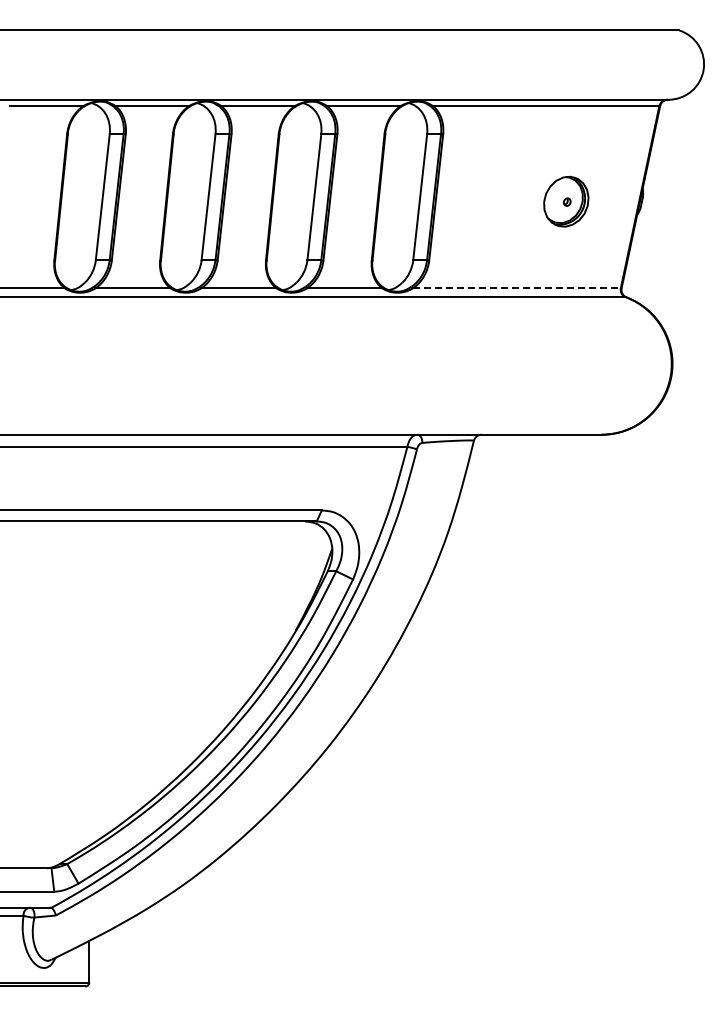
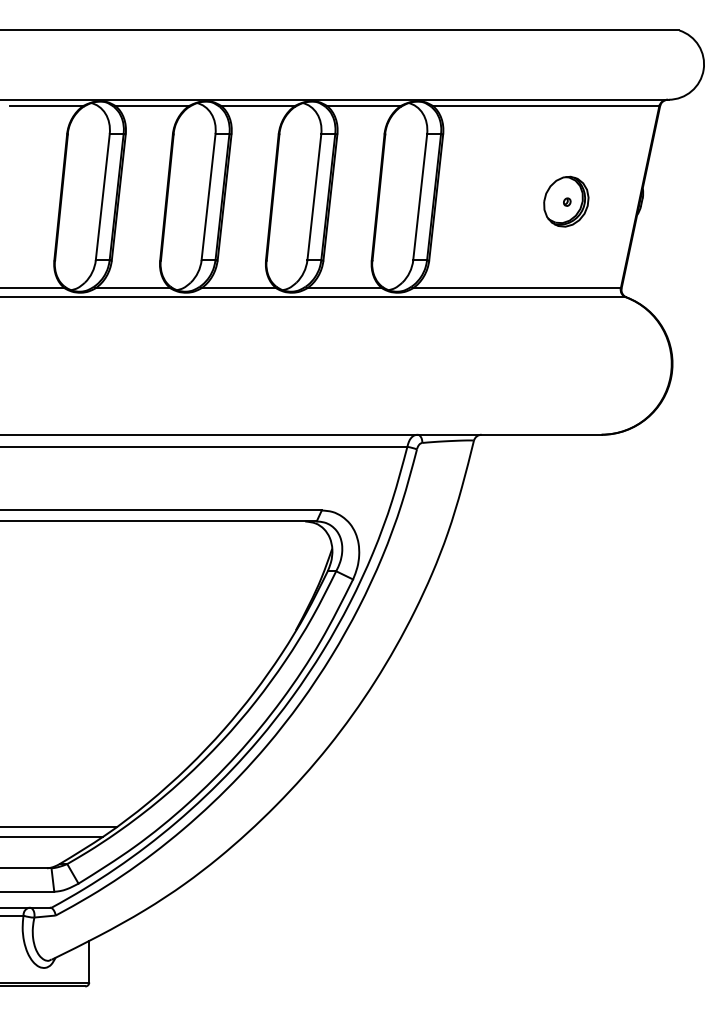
line at (516, 288): dashed -> solid
line at (59, 826): none -> present
line at (52, 836): none -> present
